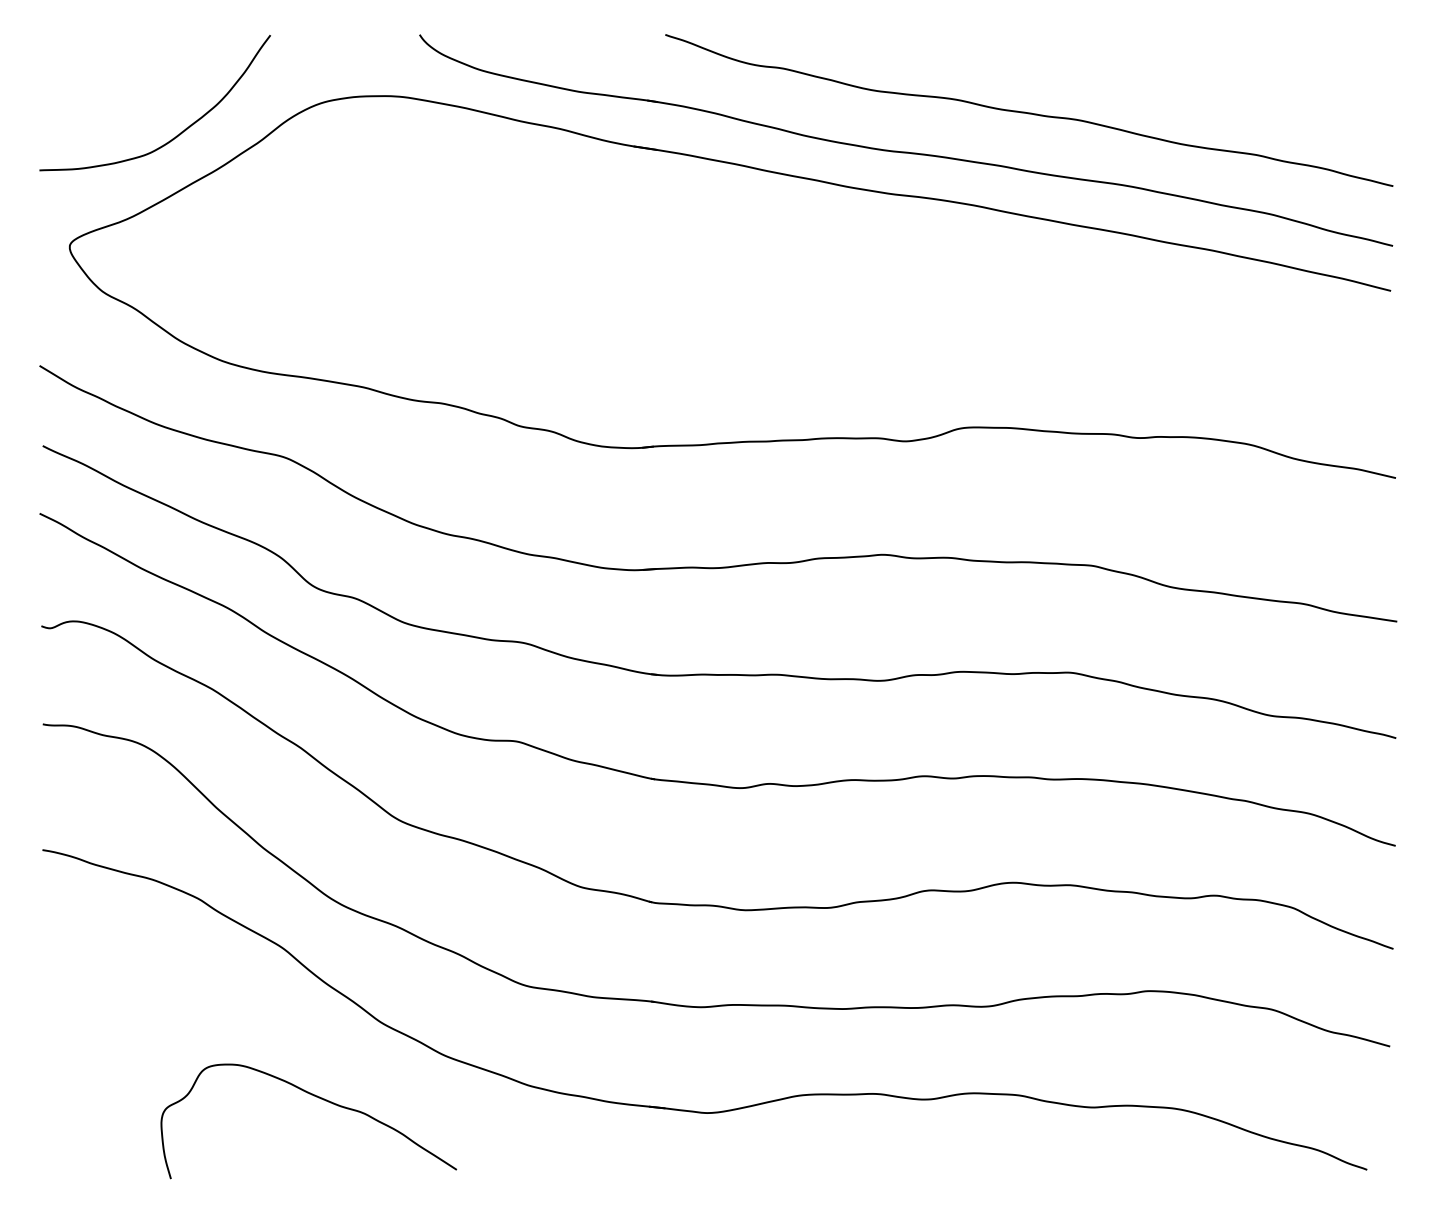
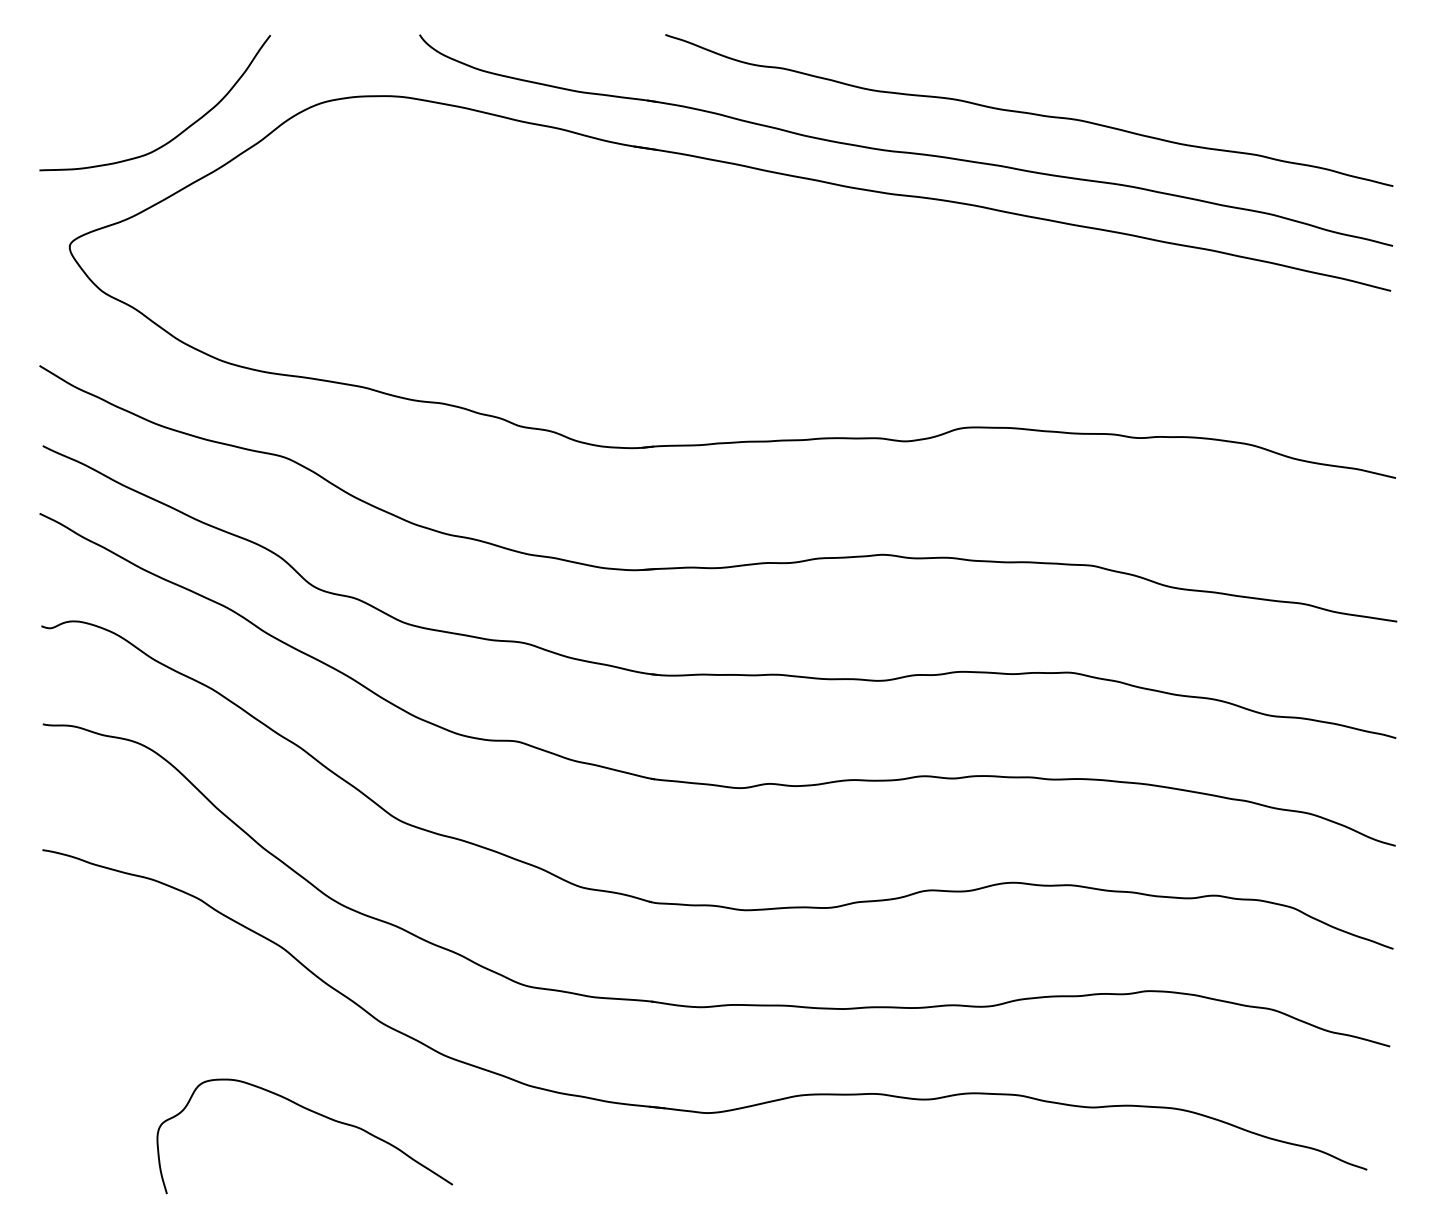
curve at (318, 1098) position: (318, 1098) -> (314, 1113)
